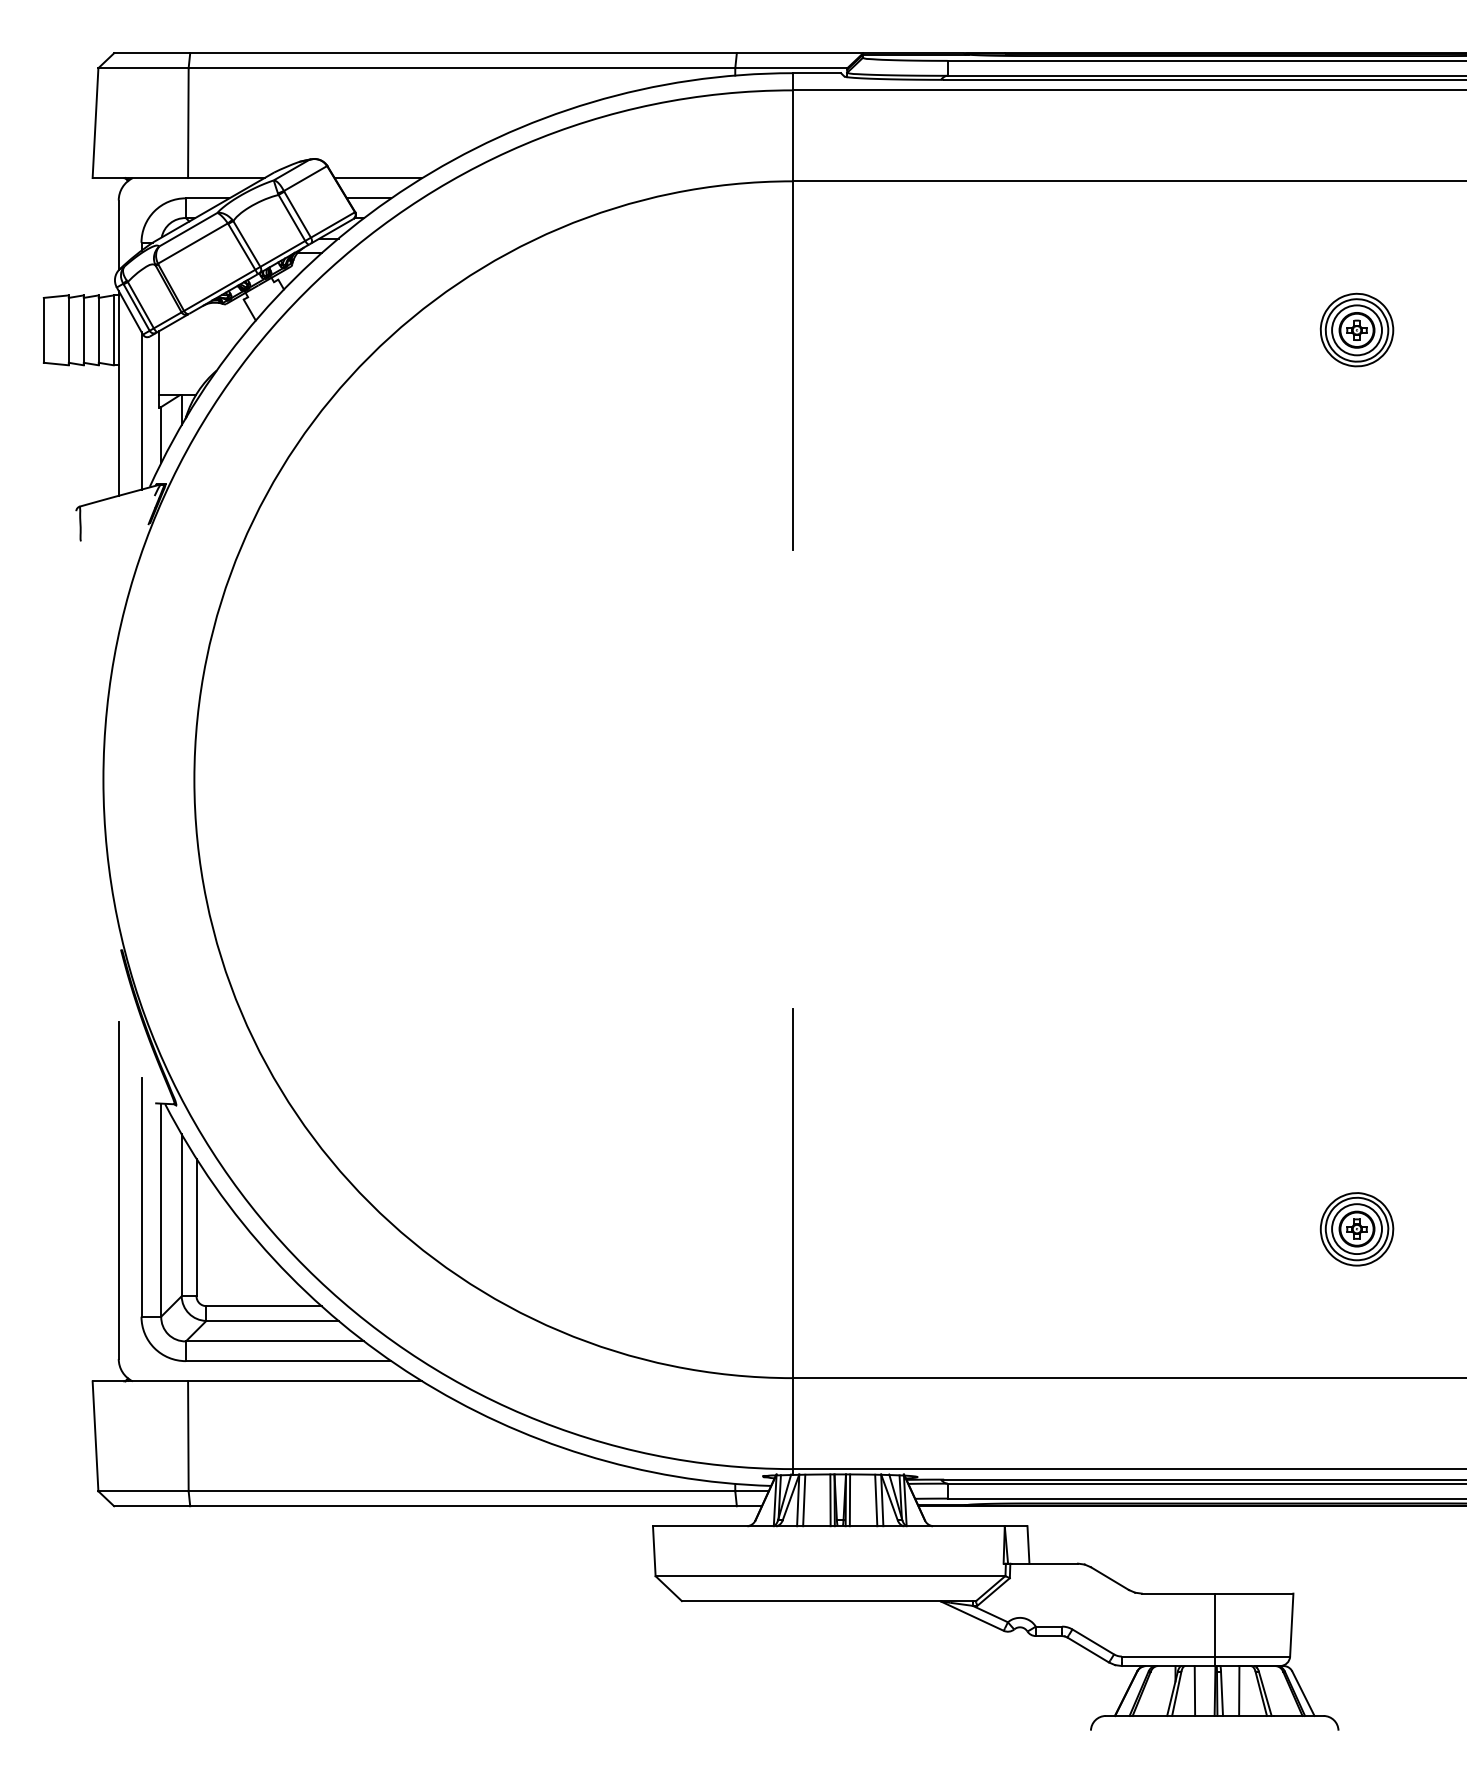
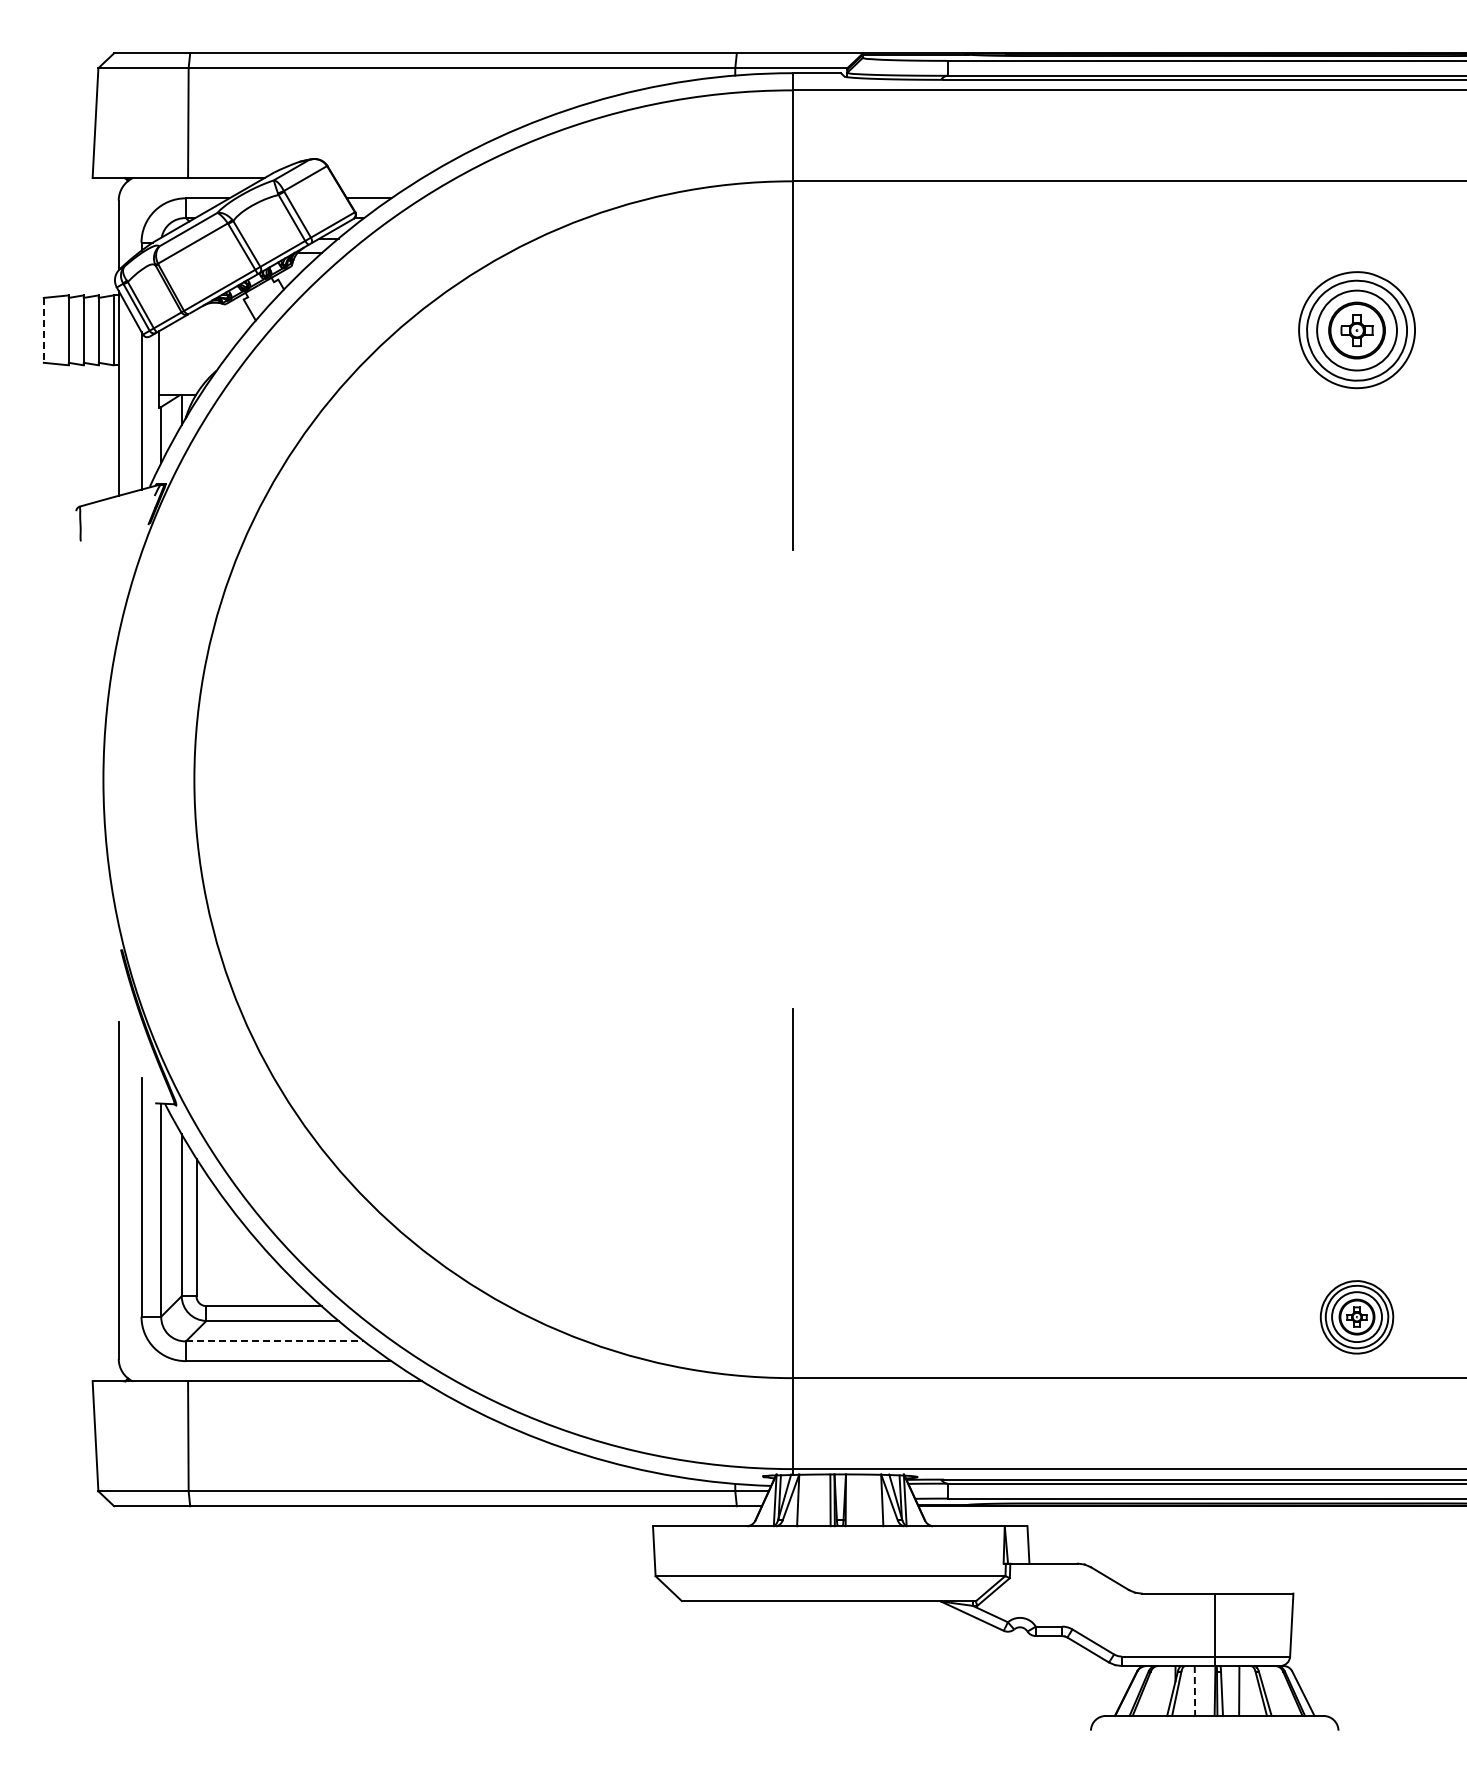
line at (378, 178): present -> none
part at (1356, 329) size: 76x76 px -> 118x119 px
line at (43, 330): solid -> dashed
part at (1356, 1229) position: (1356, 1229) -> (1356, 1317)
line at (275, 1341): solid -> dashed
line at (804, 1500): present -> none
line at (849, 1500): present -> none
line at (876, 1500): present -> none
line at (1194, 1690): solid -> dashed
